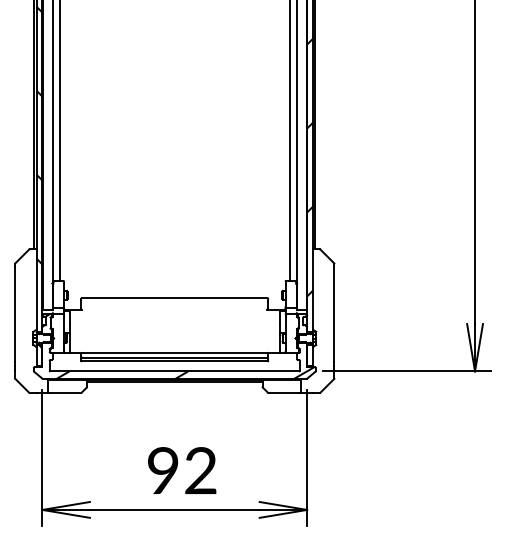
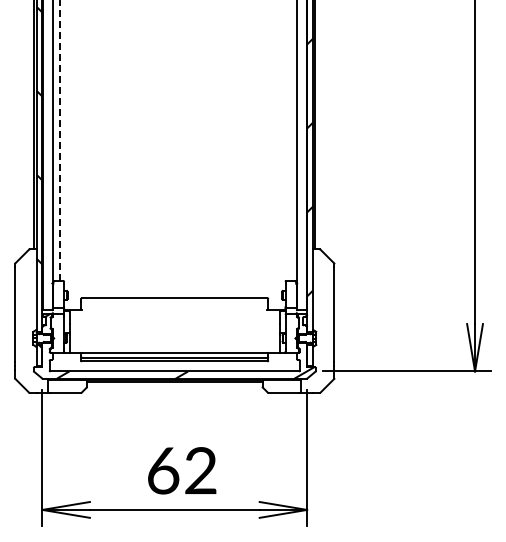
line at (59, 139): solid -> dashed
line at (289, 141): present -> none
text at (163, 470): 92 -> 62
